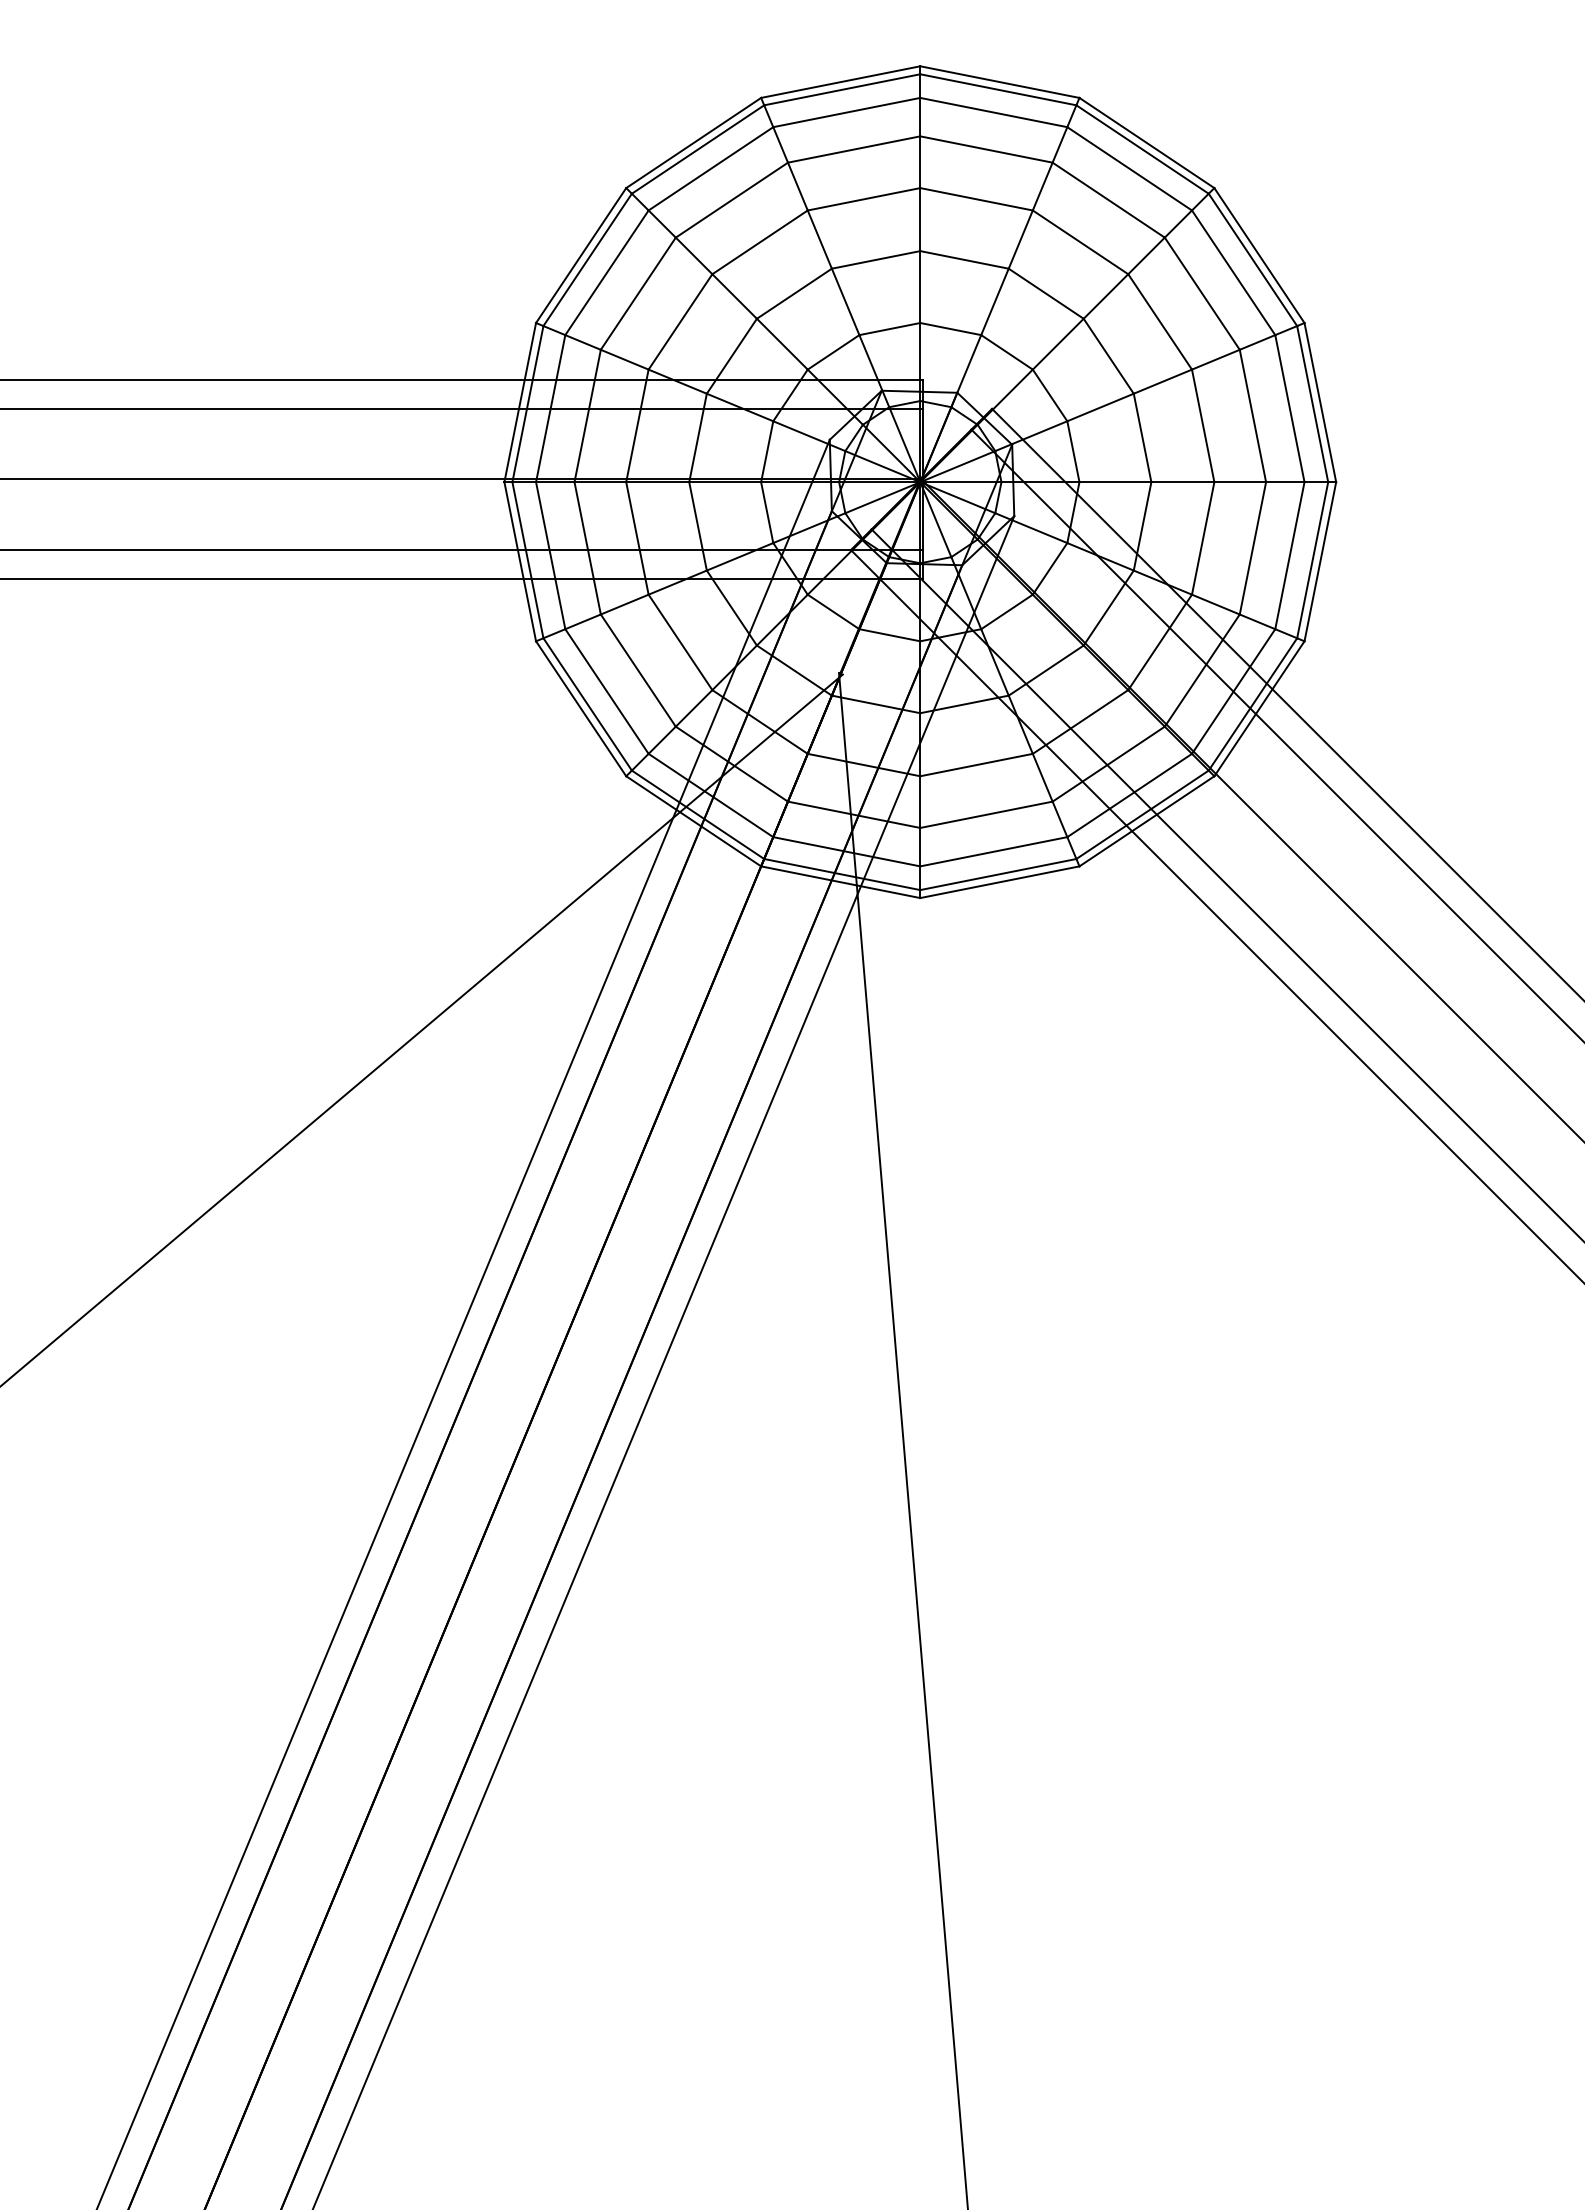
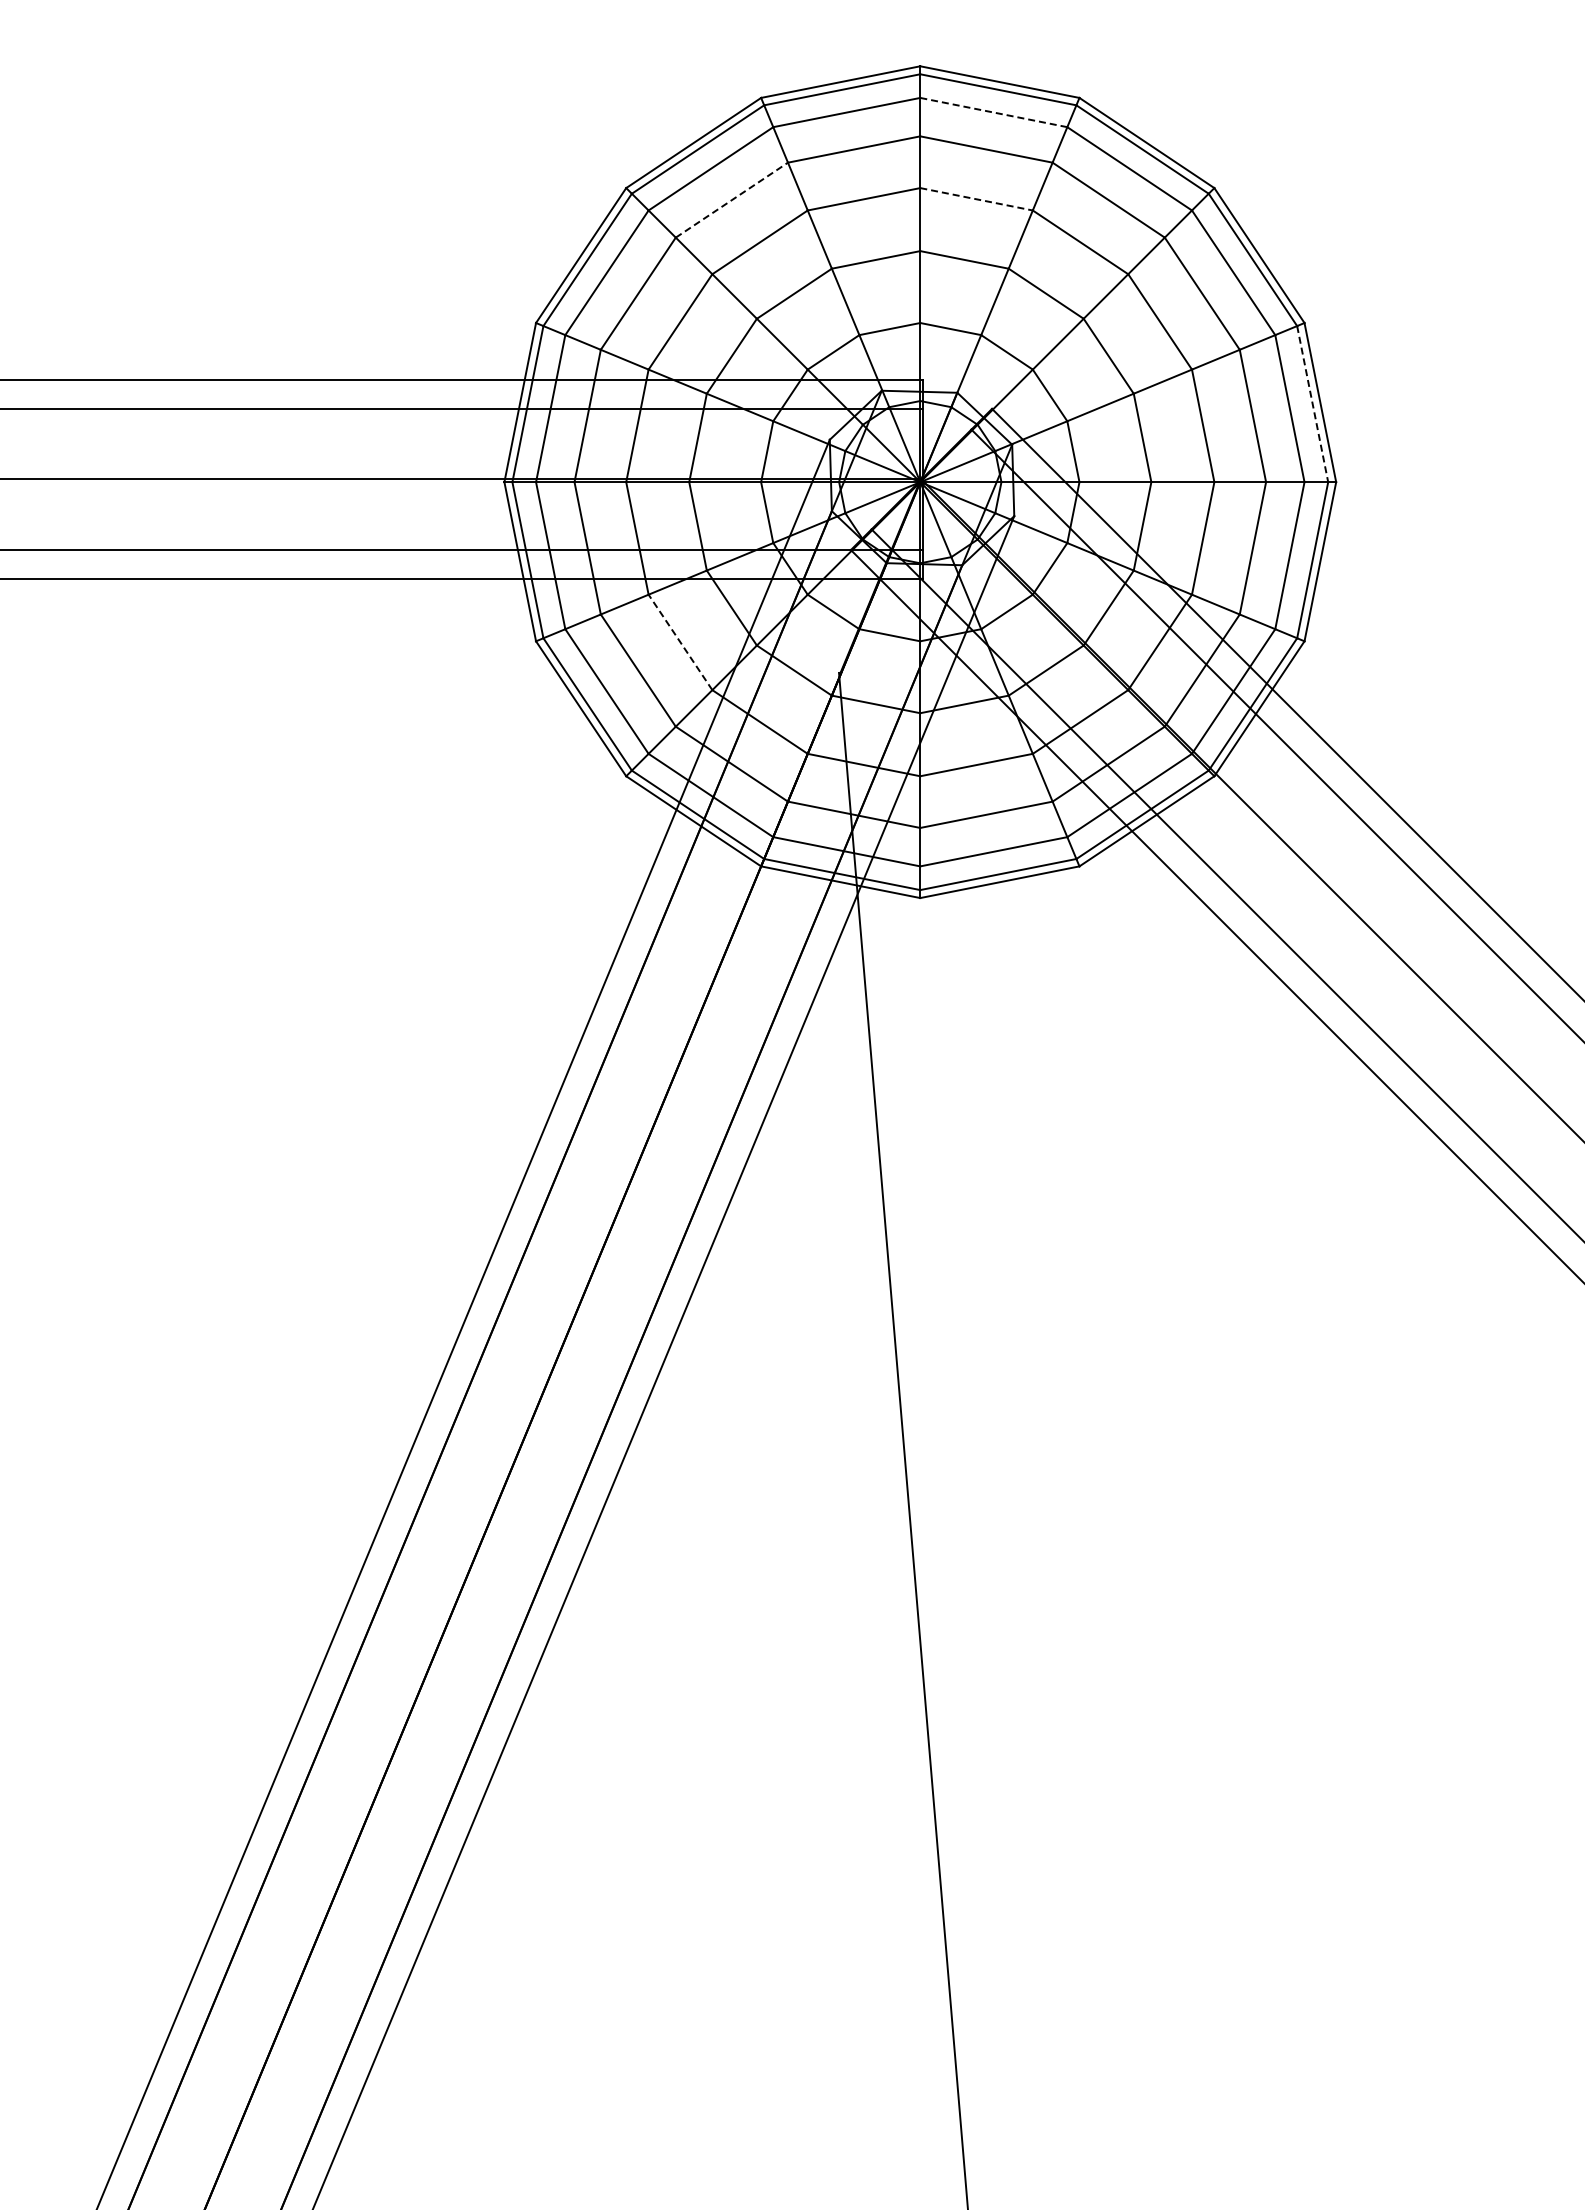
line at (993, 112): solid -> dashed
line at (732, 199): solid -> dashed
line at (977, 199): solid -> dashed
line at (1312, 404): solid -> dashed
line at (680, 642): solid -> dashed
line at (422, 1029): present -> none
